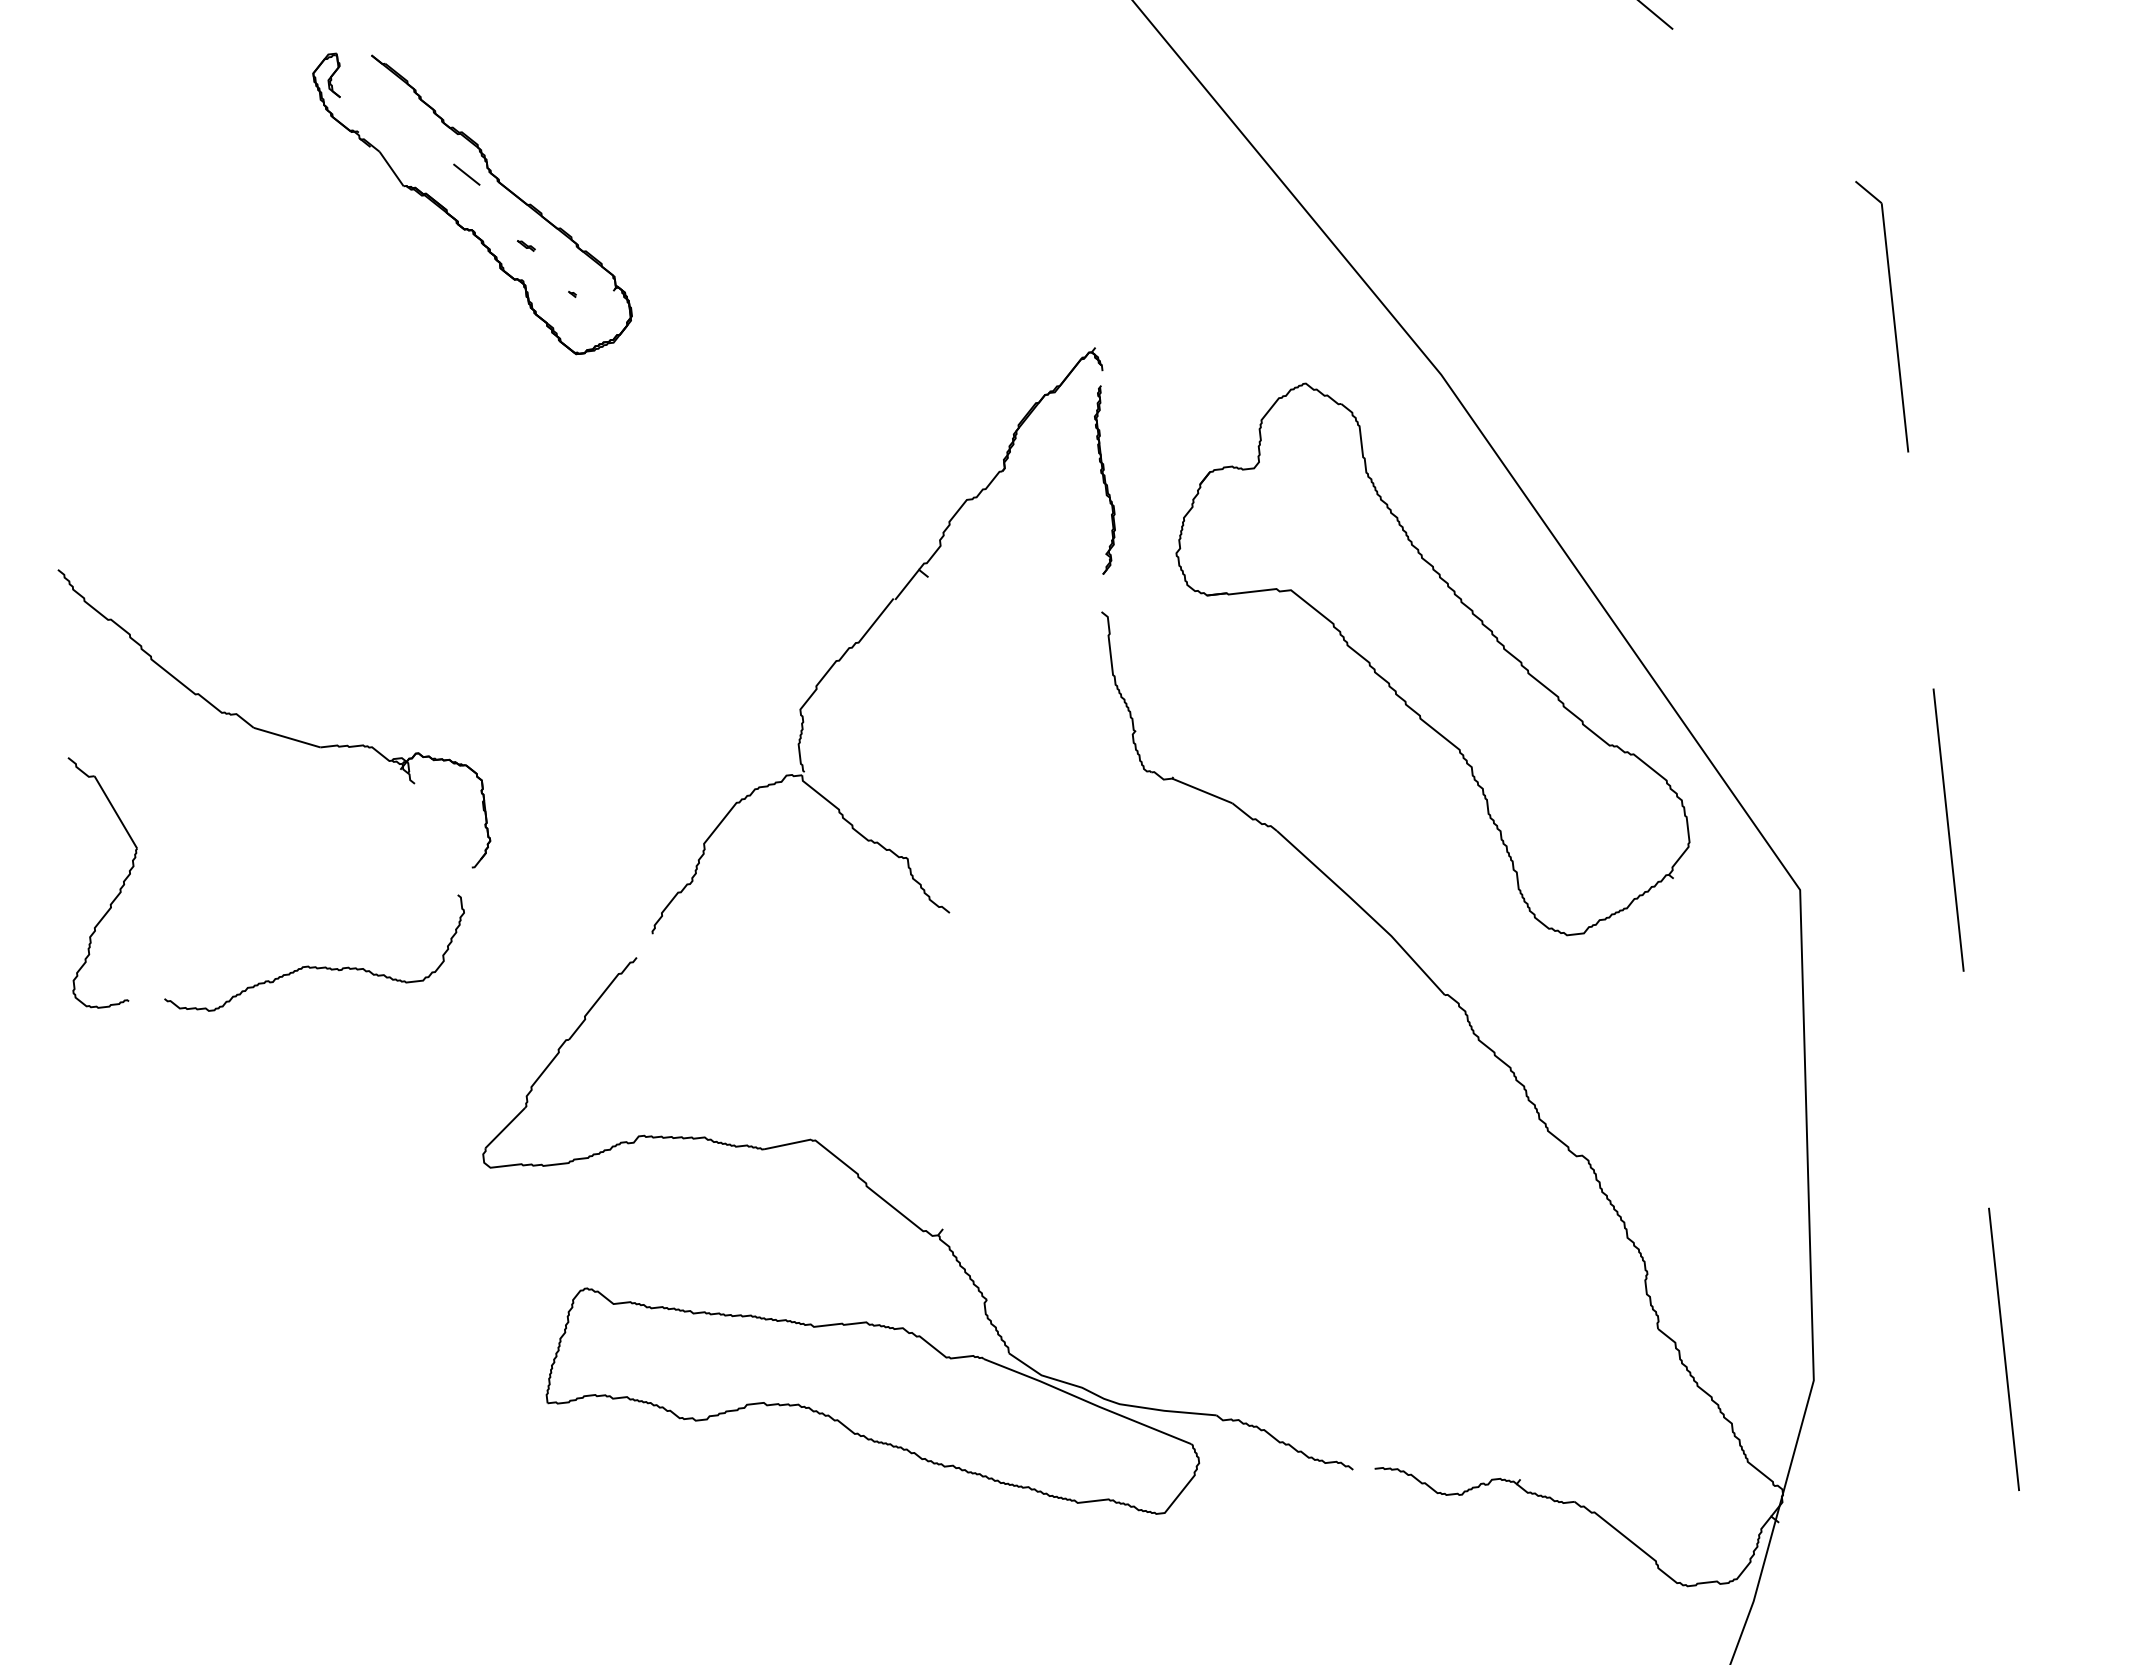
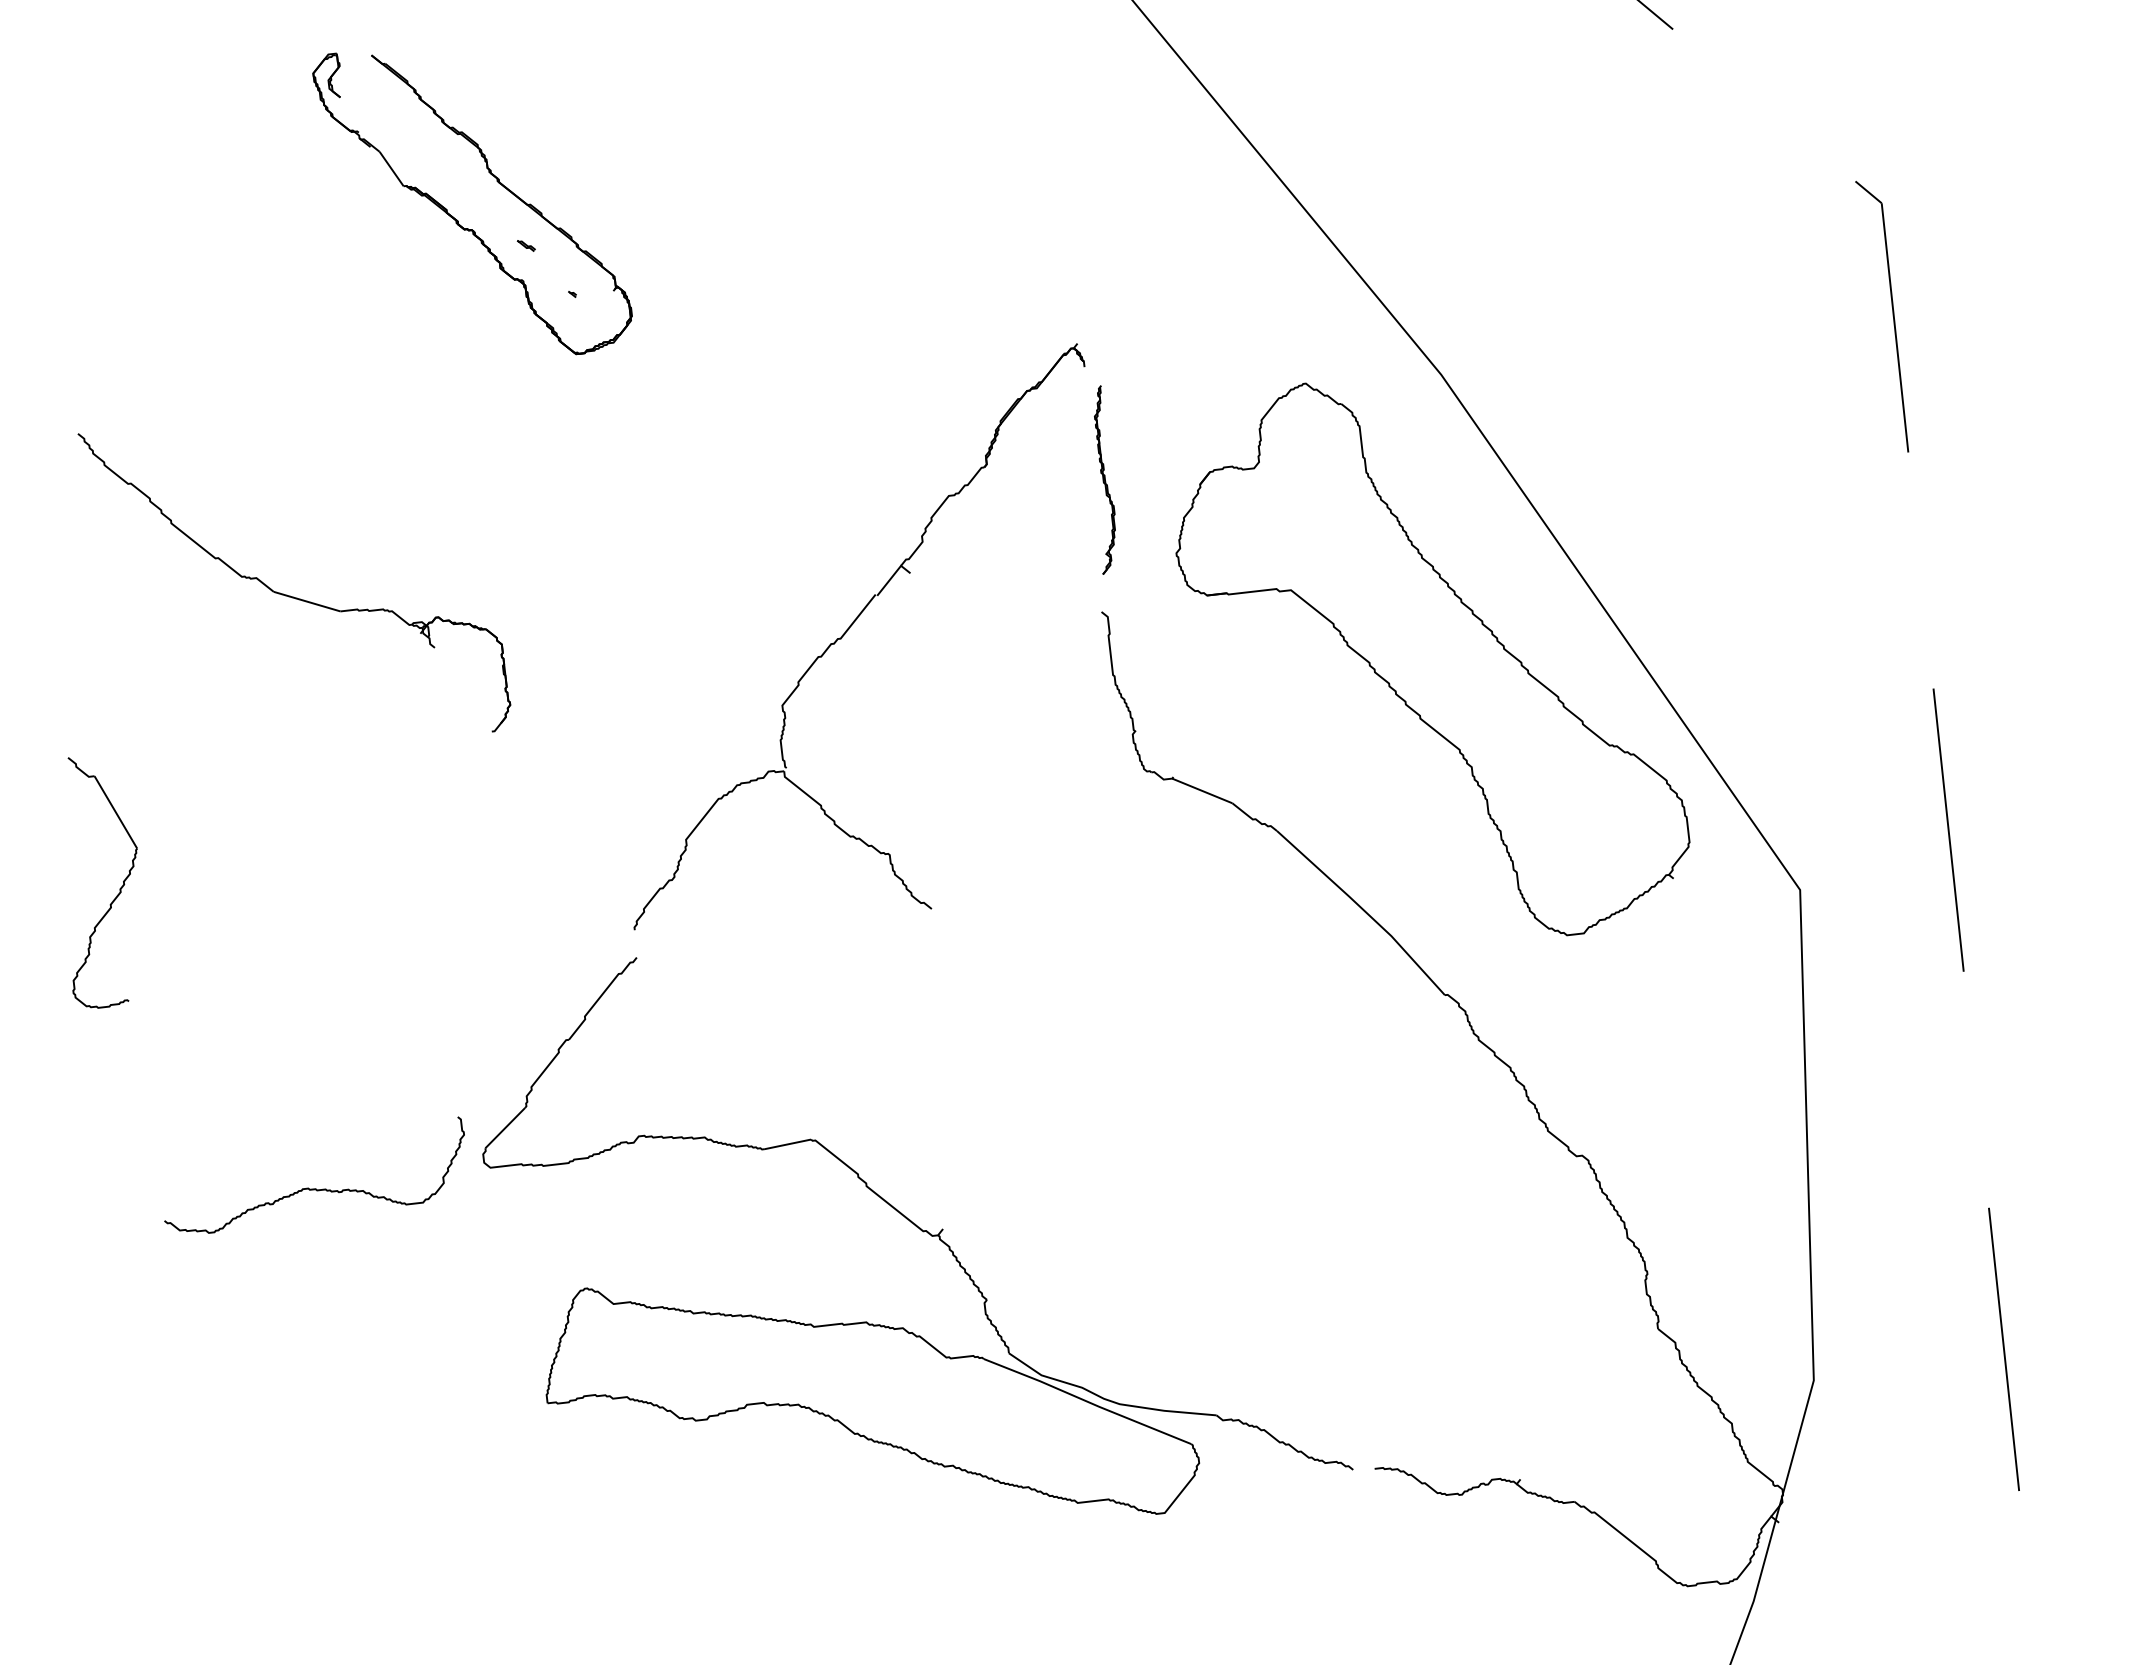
line at (466, 174): present -> none
part at (867, 633) position: (867, 633) -> (849, 629)
part at (270, 731) position: (270, 731) -> (290, 595)
curve at (314, 966) position: (314, 966) -> (314, 1188)
